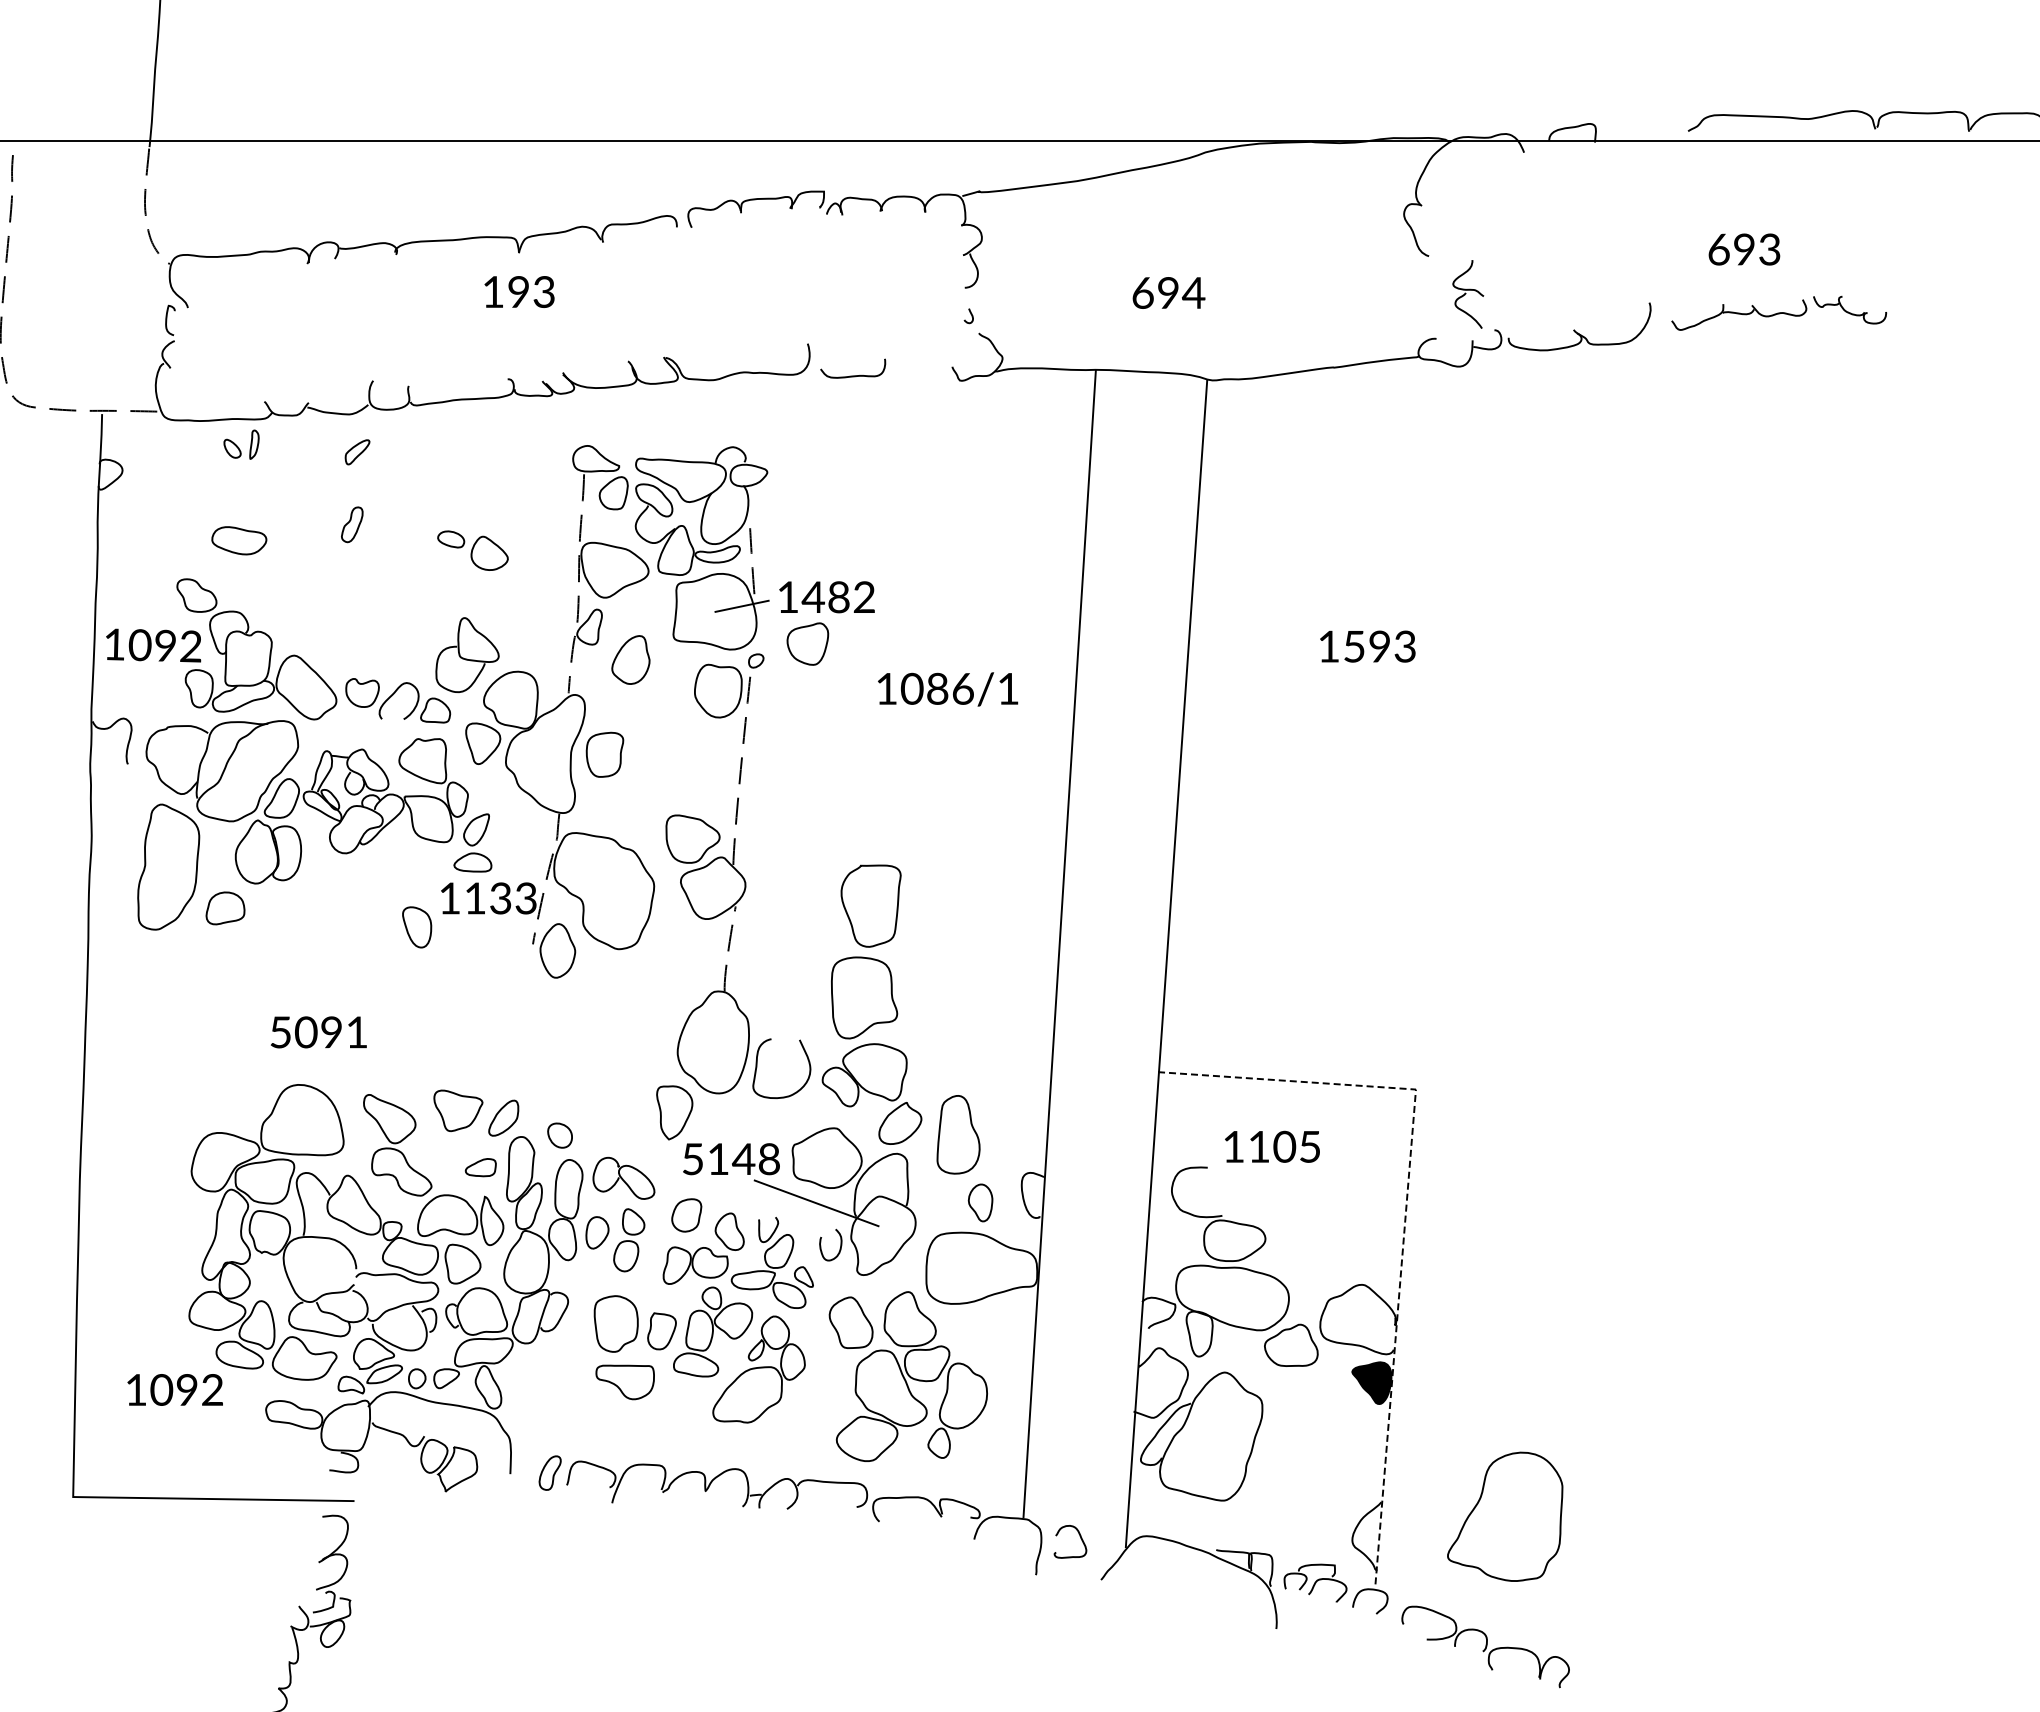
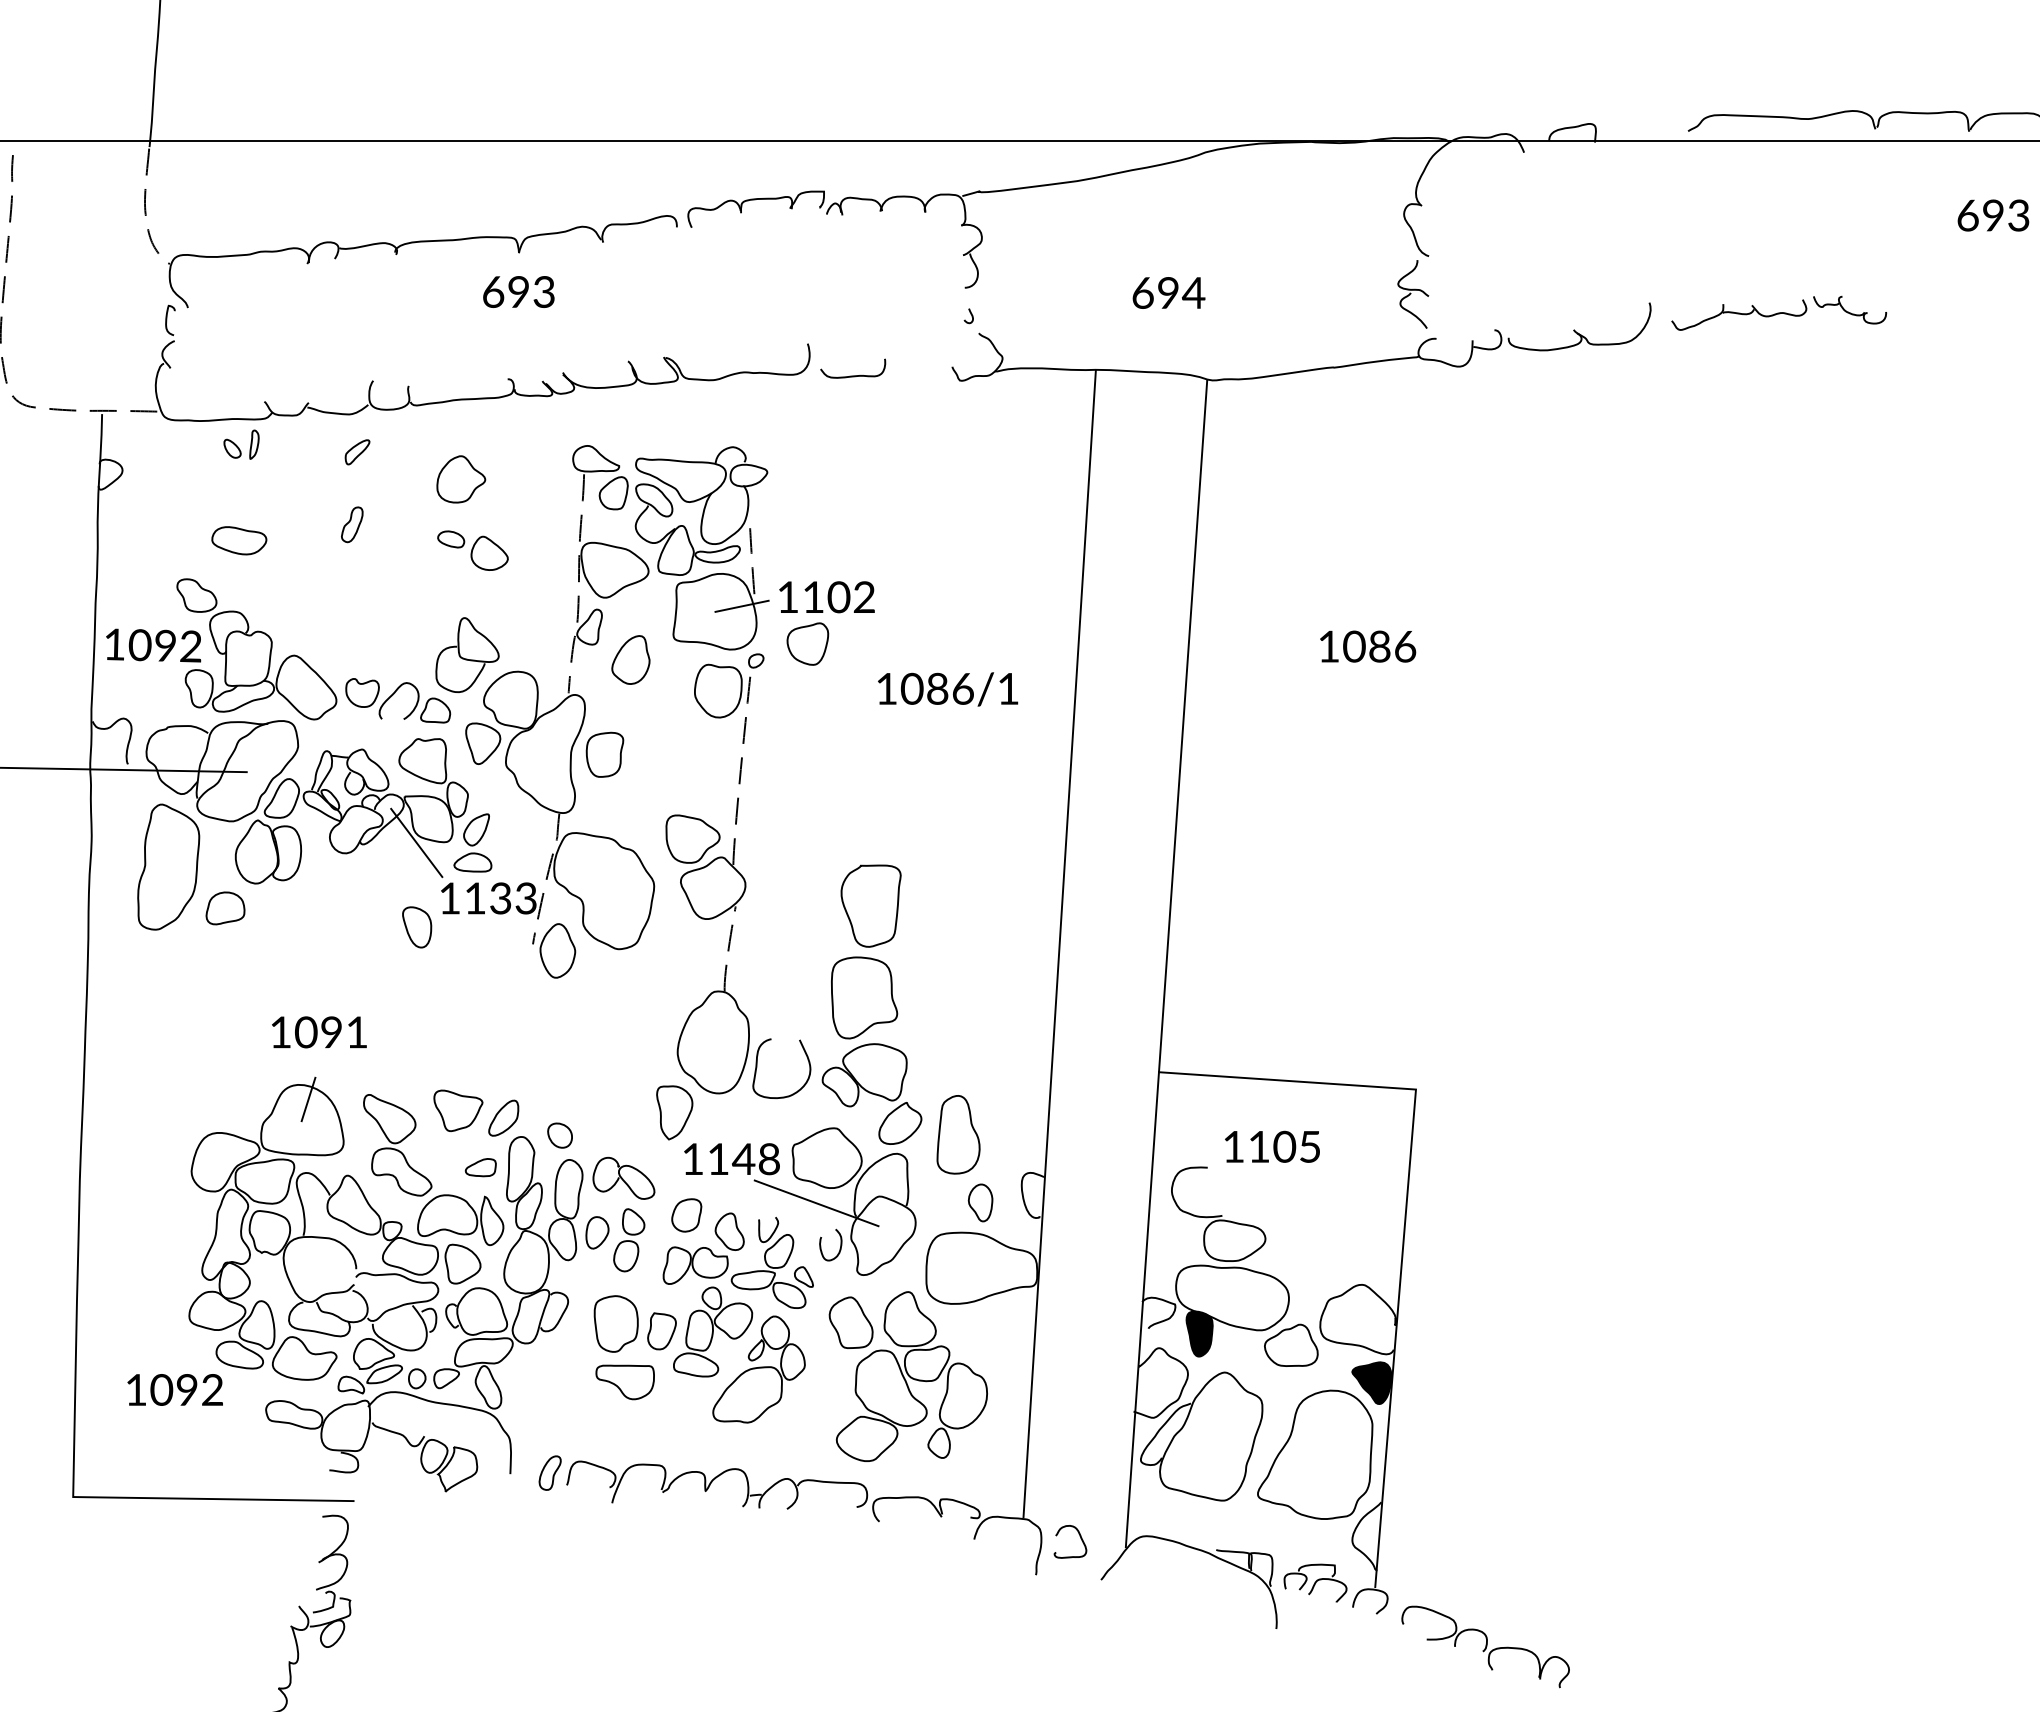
text at (1744, 249) position: (1744, 249) -> (1993, 215)
text at (493, 292): 193 -> 693
part at (1468, 294) position: (1468, 294) -> (1413, 294)
part at (461, 479): none -> present
text at (825, 597): 1482 -> 1102
text at (1379, 646): 1593 -> 1086
line at (124, 769): none -> present
line at (416, 842): none -> present
text at (280, 1032): 5091 -> 1091
line at (308, 1099): none -> present
text at (692, 1159): 5148 -> 1148
line at (1406, 1209): dashed -> solid
fill at (1199, 1333): none -> present
part at (1505, 1516) position: (1505, 1516) -> (1315, 1454)
